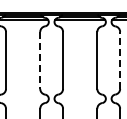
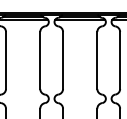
line at (120, 59): dashed -> solid
line at (40, 60): dashed -> solid
